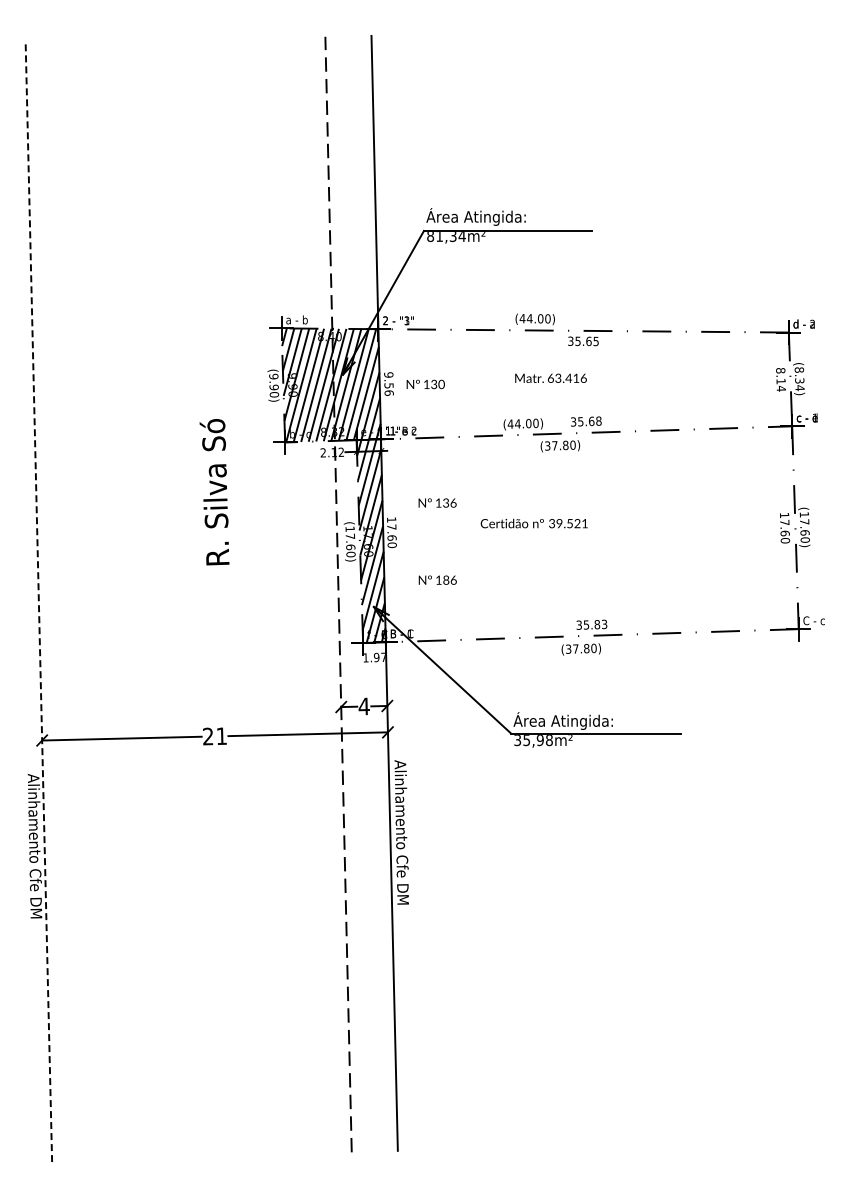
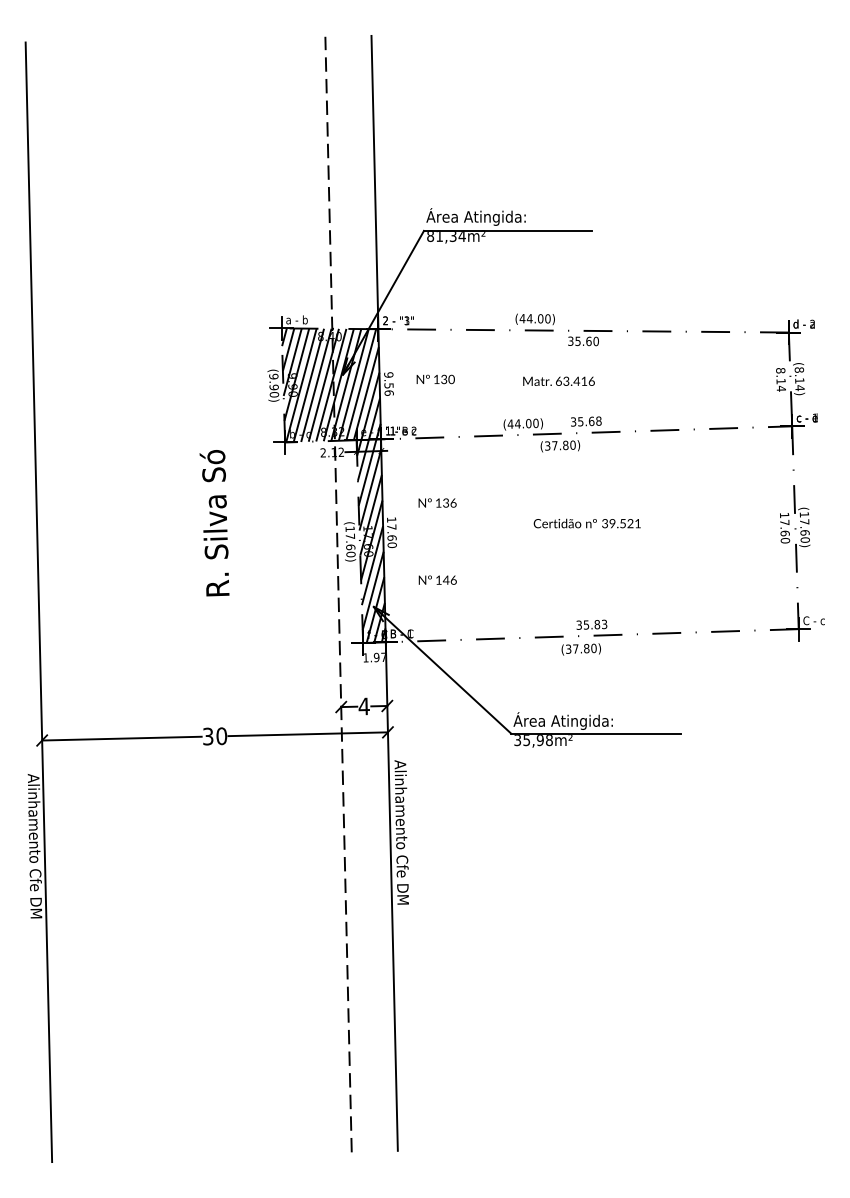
text at (595, 341): 35.65 -> 35.60
text at (550, 377) position: (550, 377) -> (558, 380)
text at (799, 380): (8.34) -> (8.14)
text at (425, 384) position: (425, 384) -> (435, 379)
text at (214, 492) position: (214, 492) -> (214, 523)
text at (533, 523) position: (533, 523) -> (586, 523)
text at (445, 579): 186 -> 146
line at (38, 602): dashed -> solid
text at (215, 736): 21 -> 30
